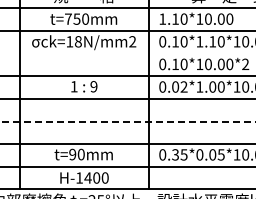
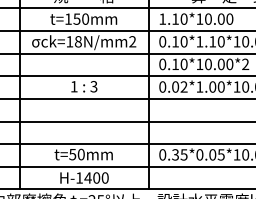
text at (68, 18): t=750mm -> t=150mm
line at (127, 53): none -> present
text at (93, 86): 9 -> 3
line at (127, 121): dashed -> solid
text at (72, 154): t=90mm -> t=50mm
